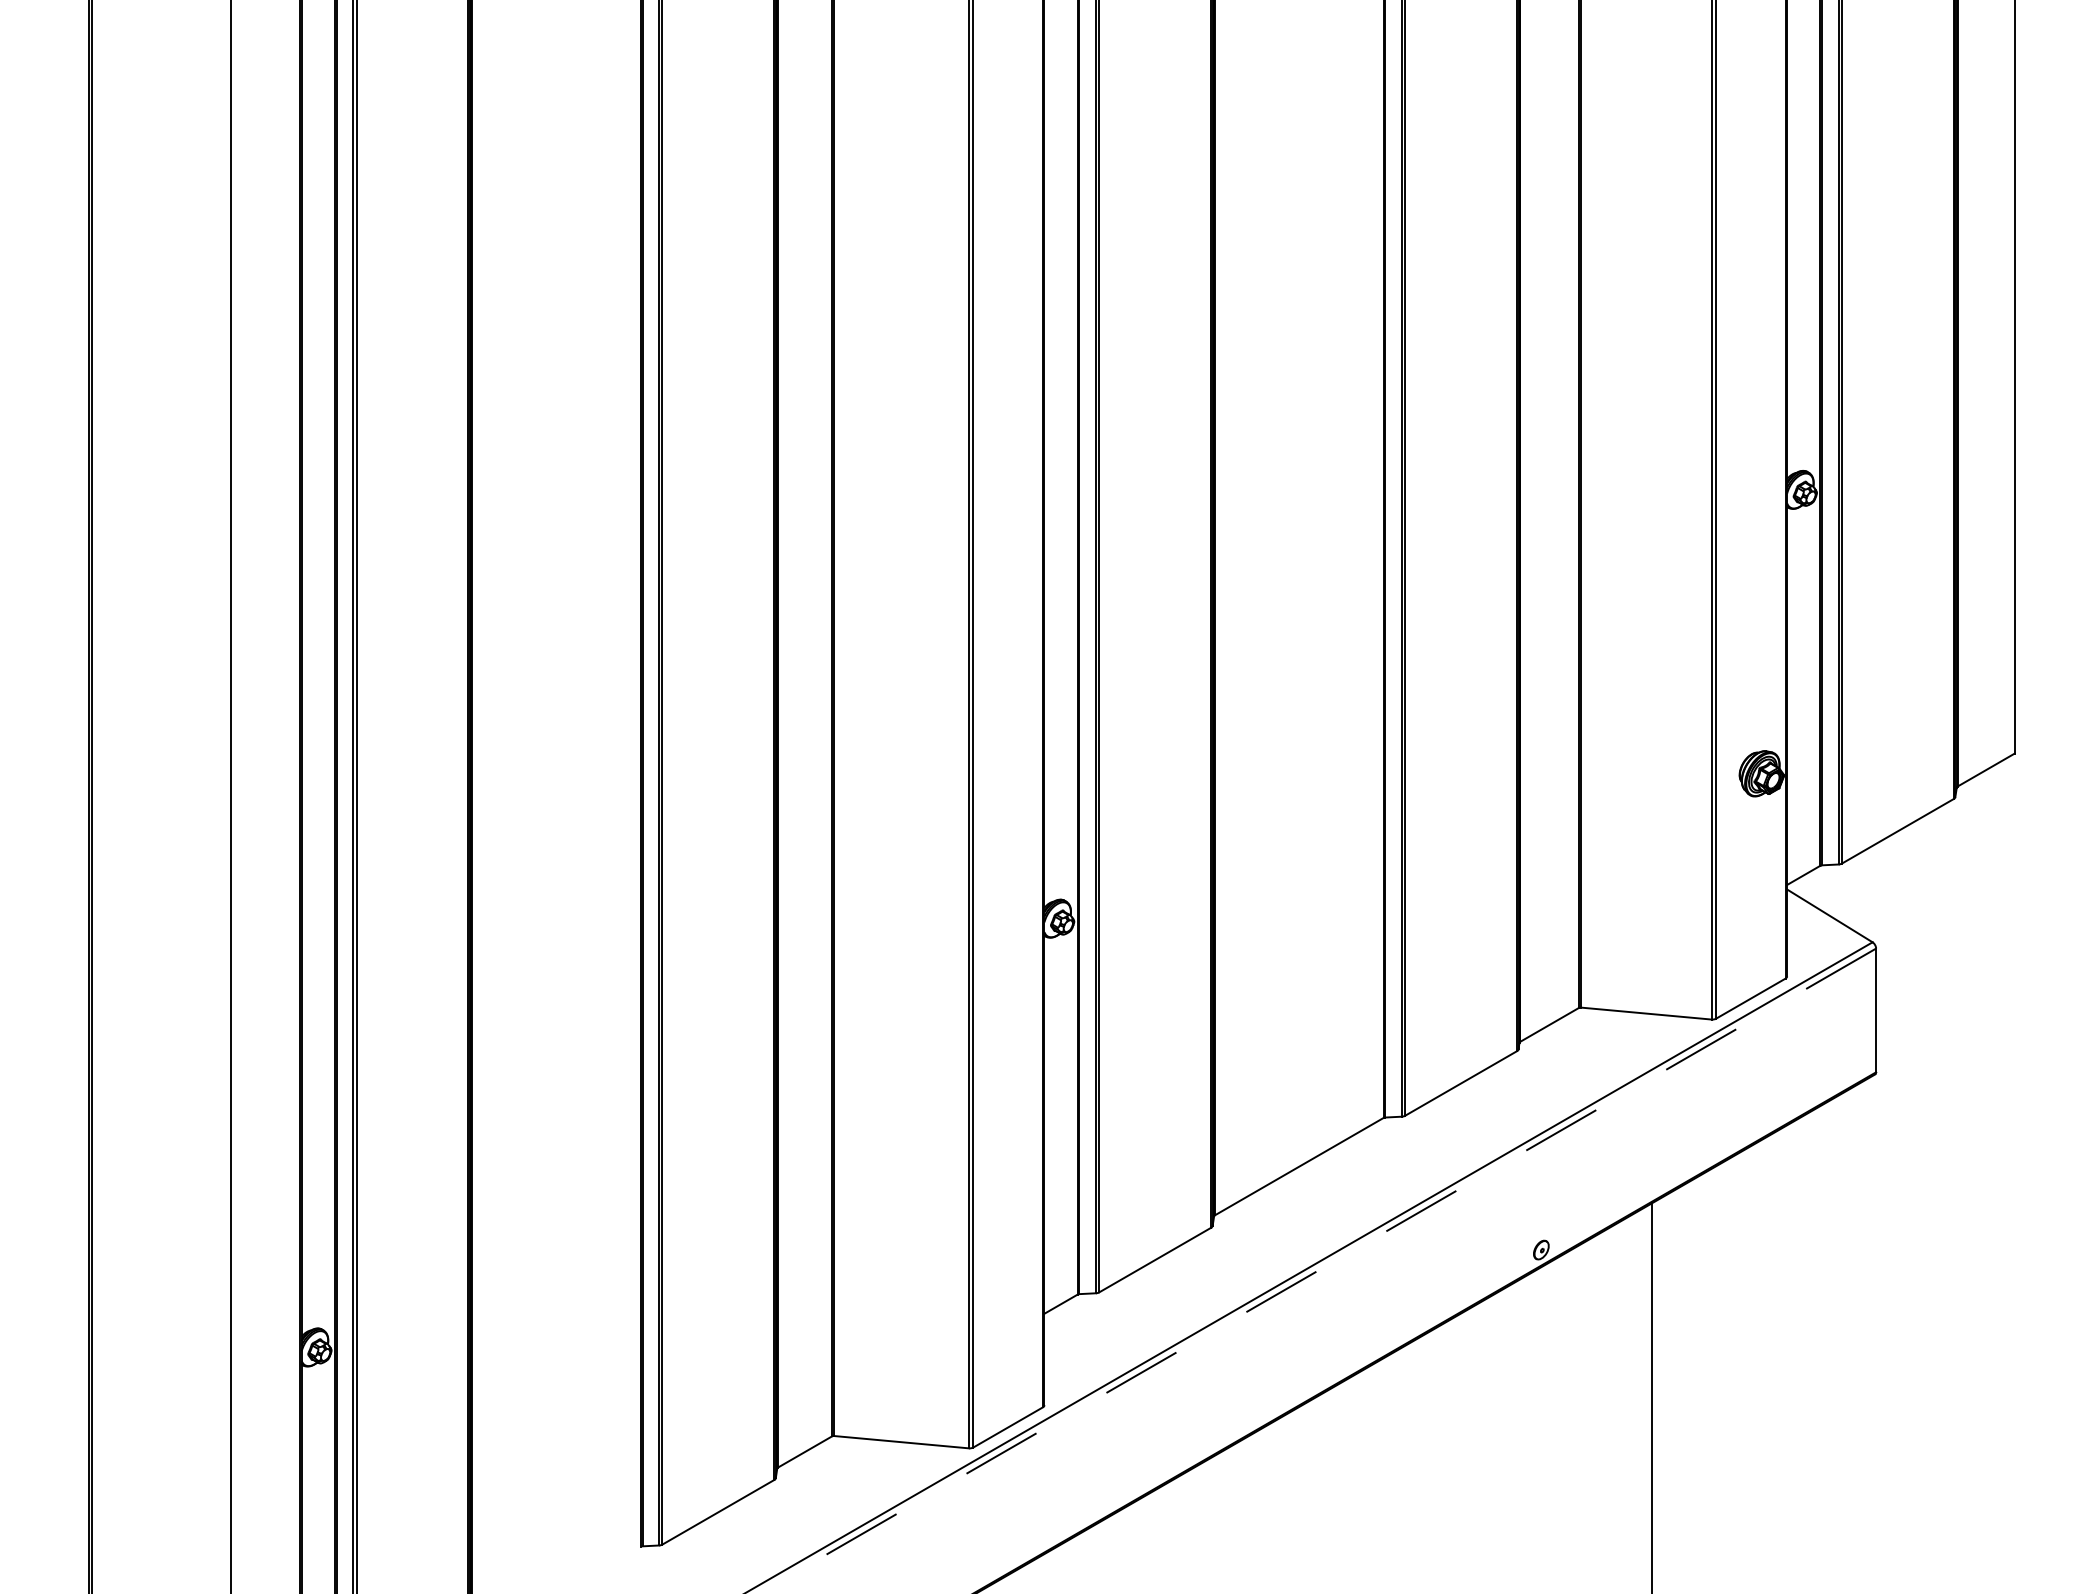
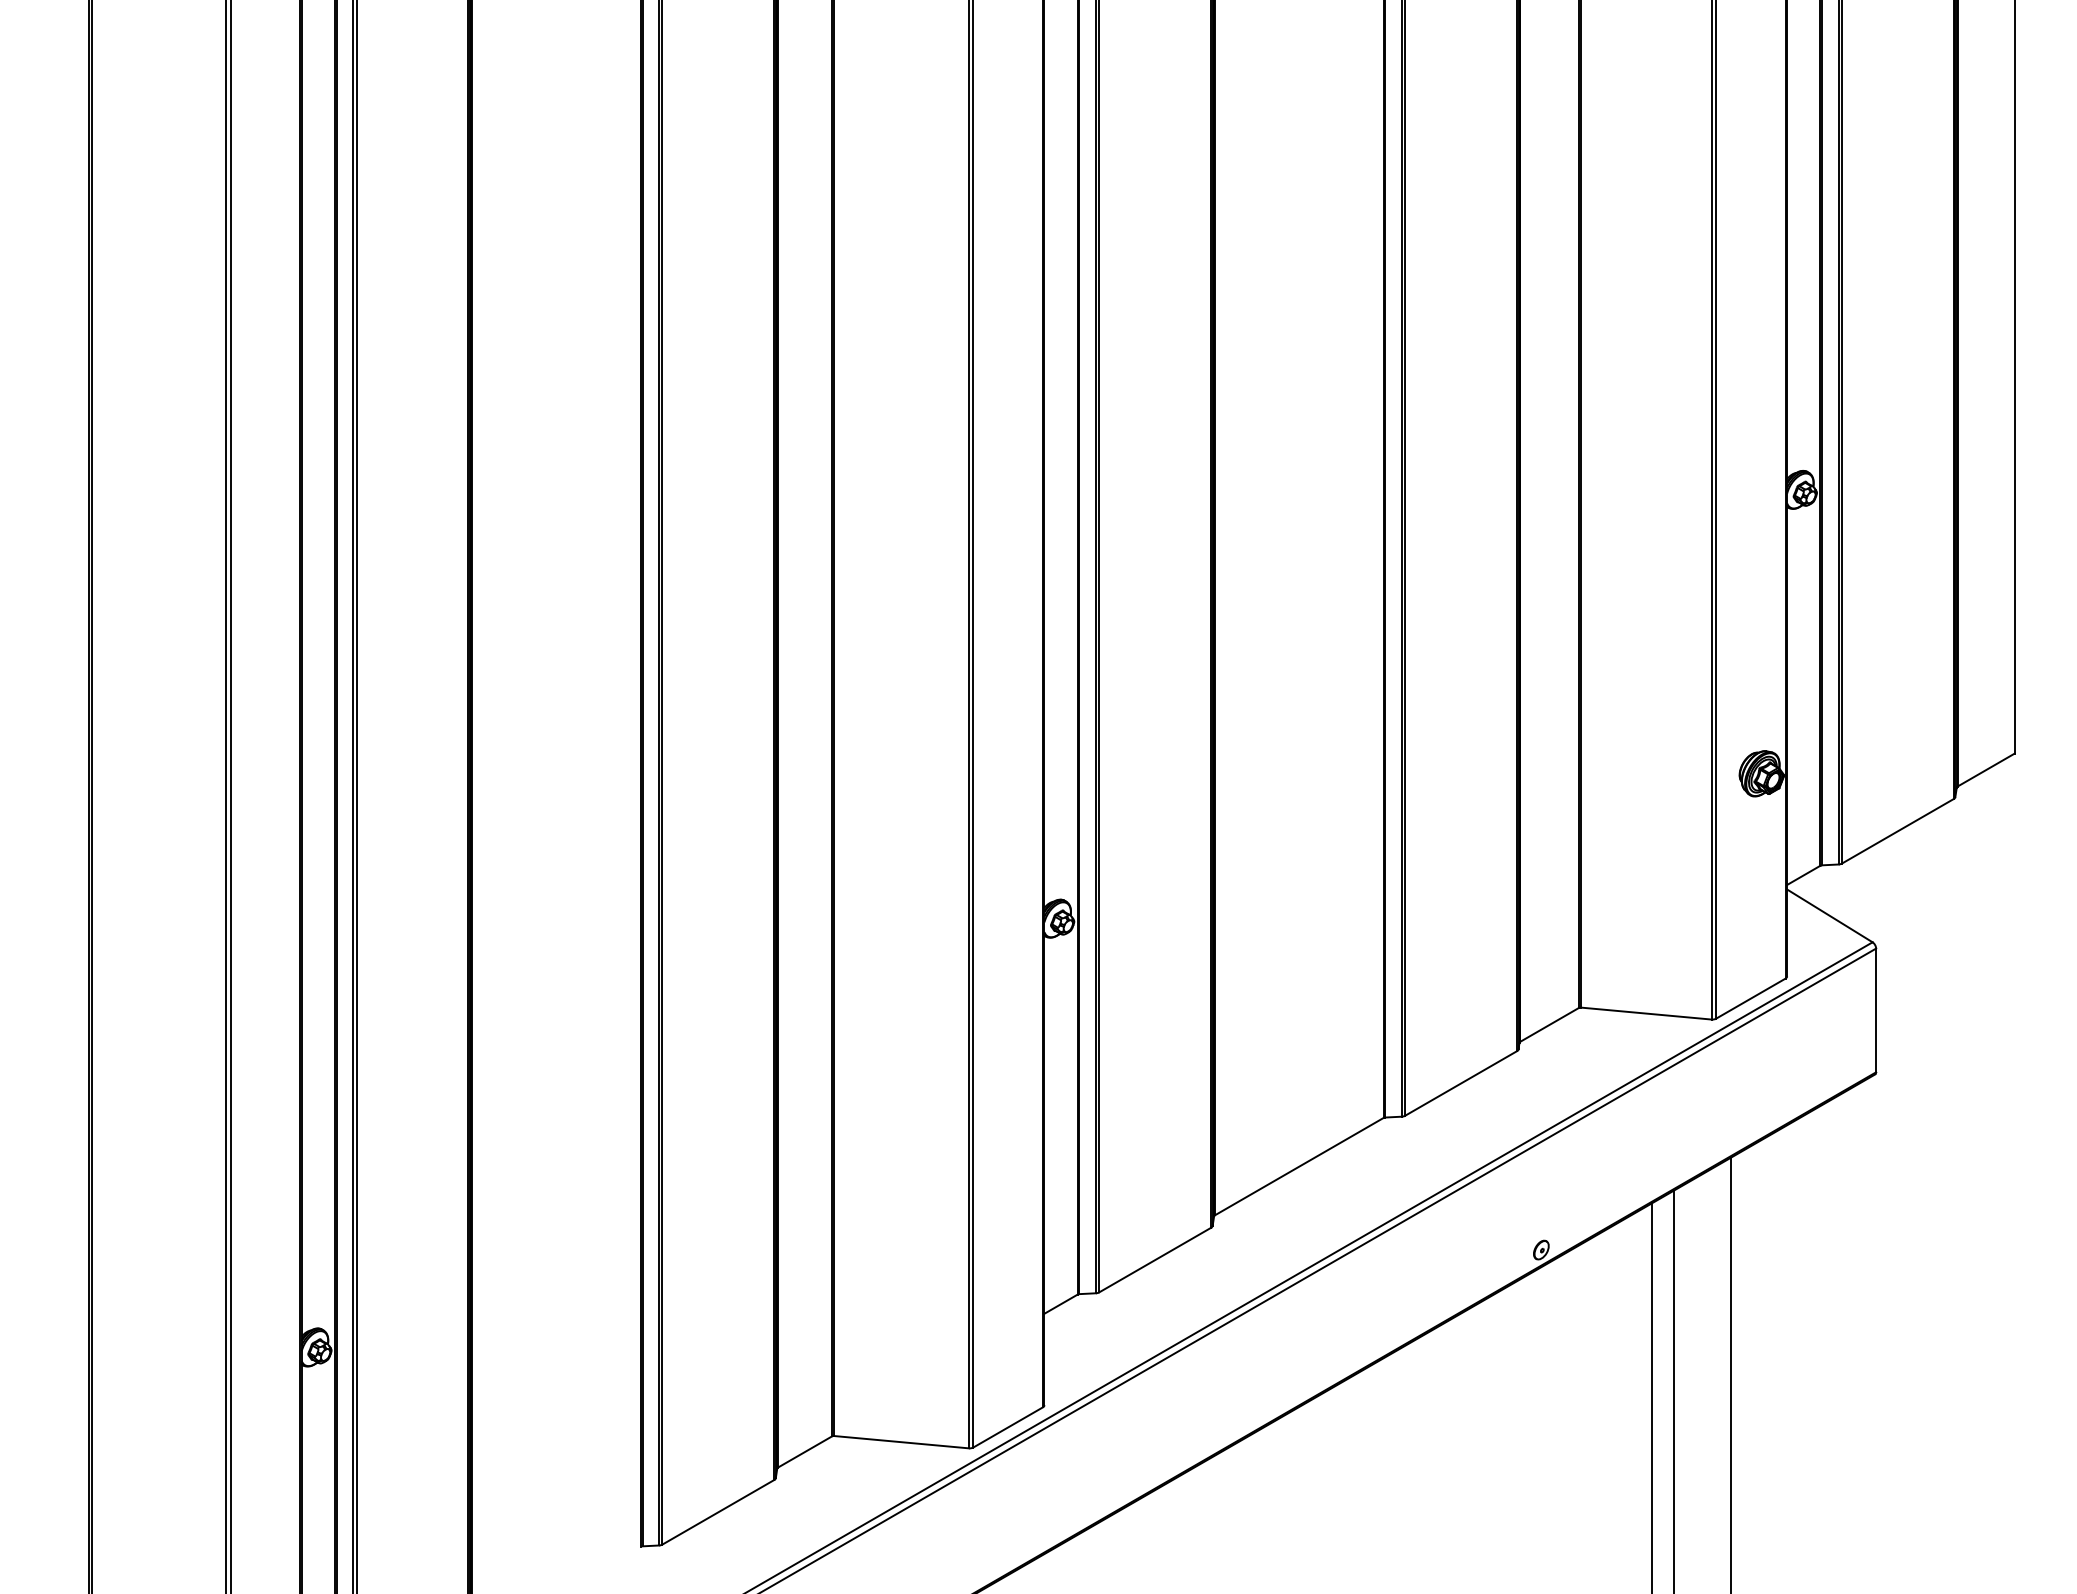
line at (226, 796): none -> present
line at (1316, 1271): dashed -> solid
line at (1730, 1373): none -> present
line at (1673, 1390): none -> present
